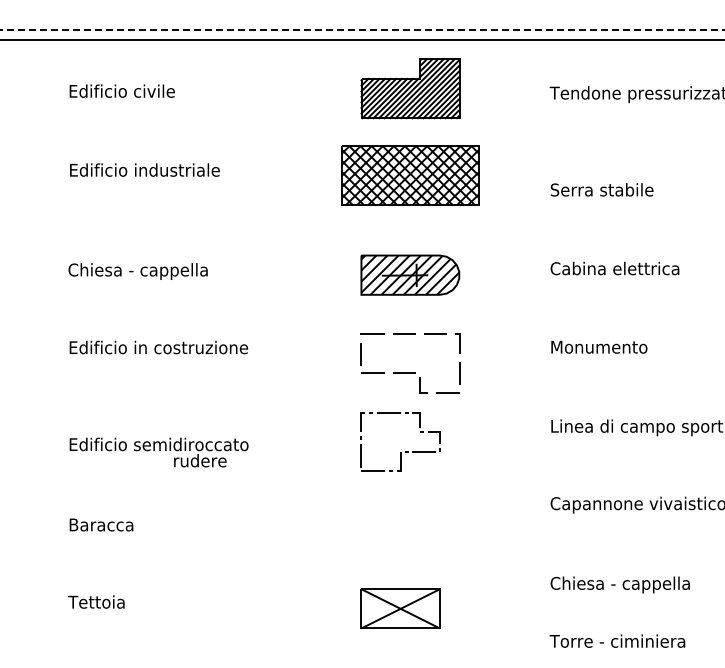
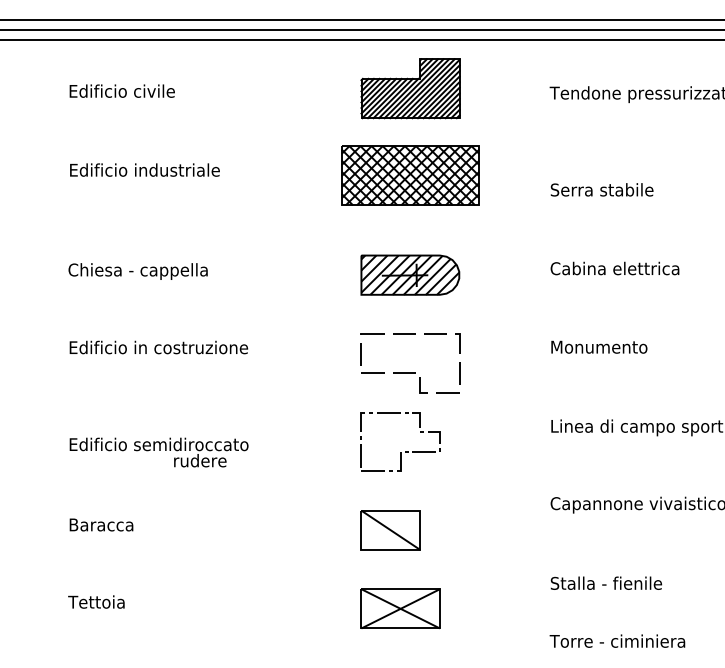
line at (361, 20): none -> present
line at (362, 29): dashed -> solid
part at (390, 530): none -> present
text at (619, 584): Chiesa - cappella -> Stalla - fienile
